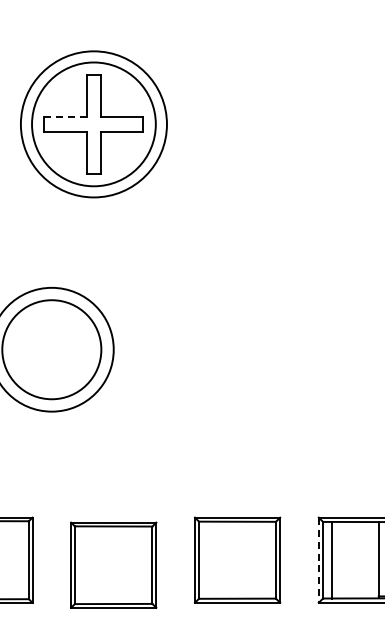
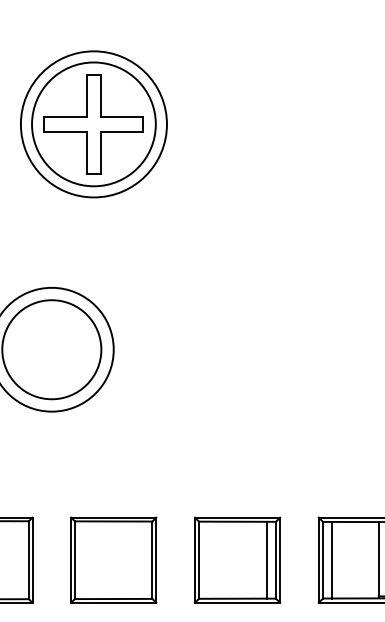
line at (64, 116): dashed -> solid
line at (267, 559): none -> present
line at (318, 560): dashed -> solid
part at (113, 564) position: (113, 564) -> (113, 559)
